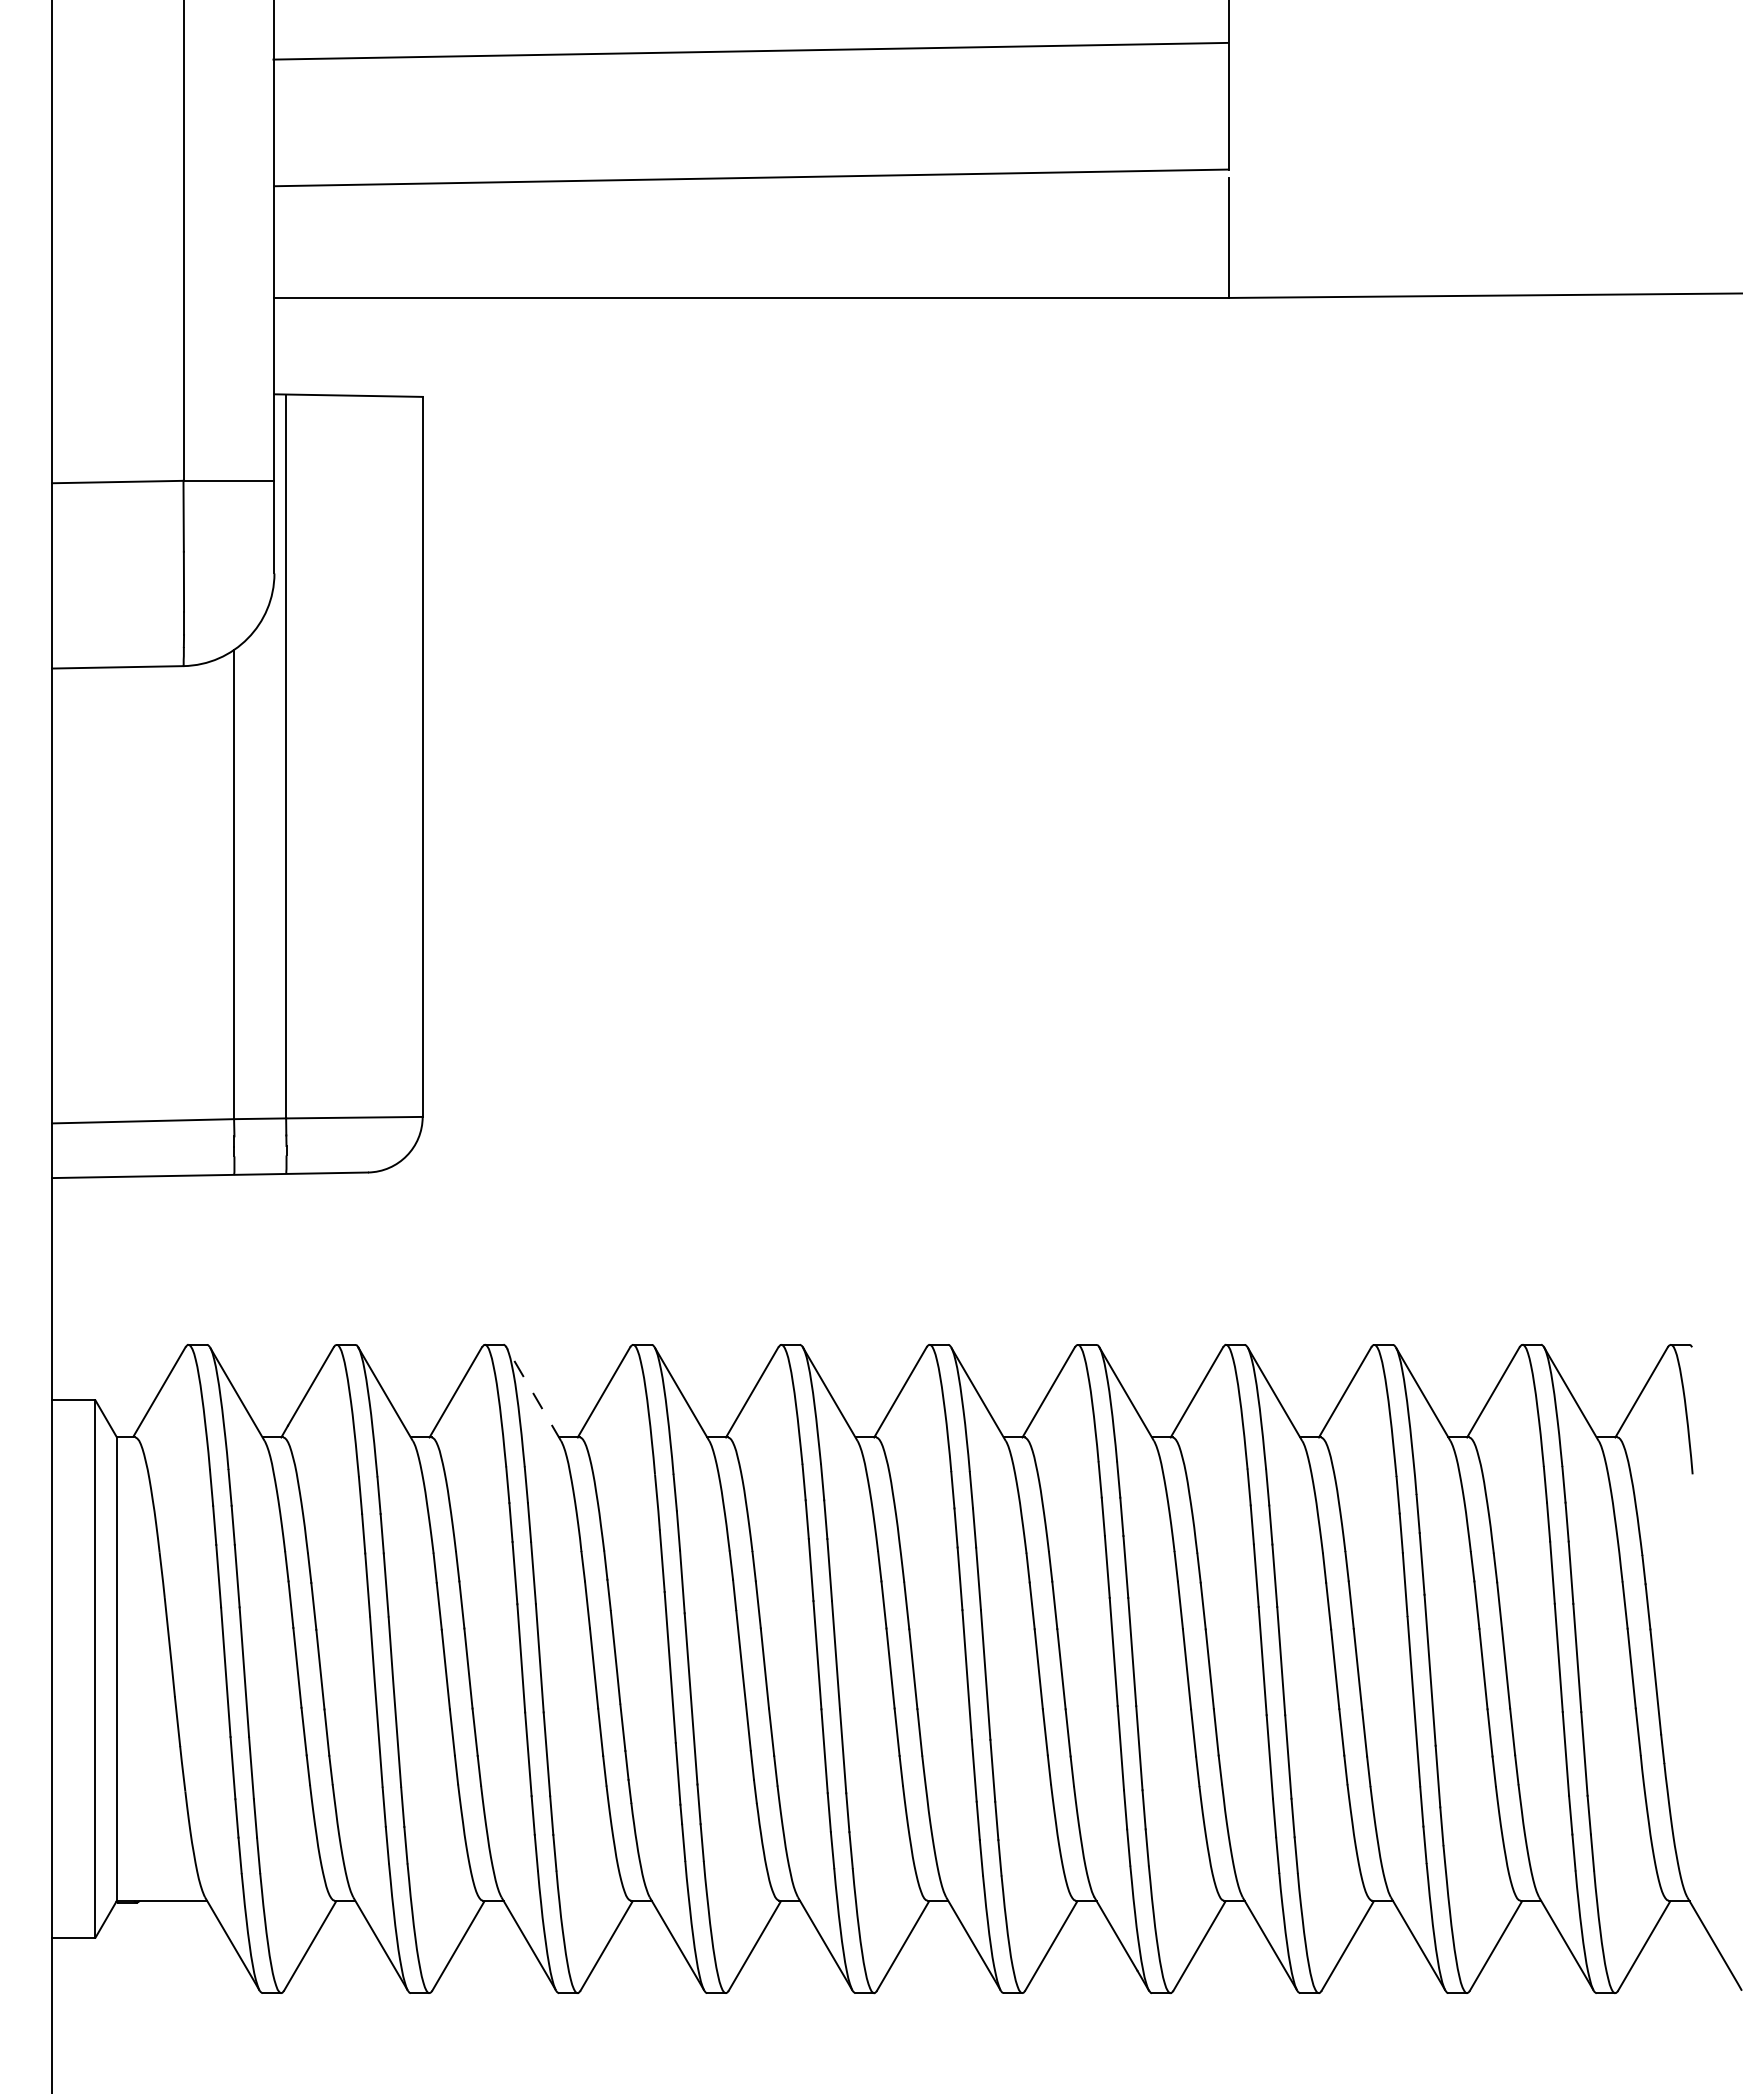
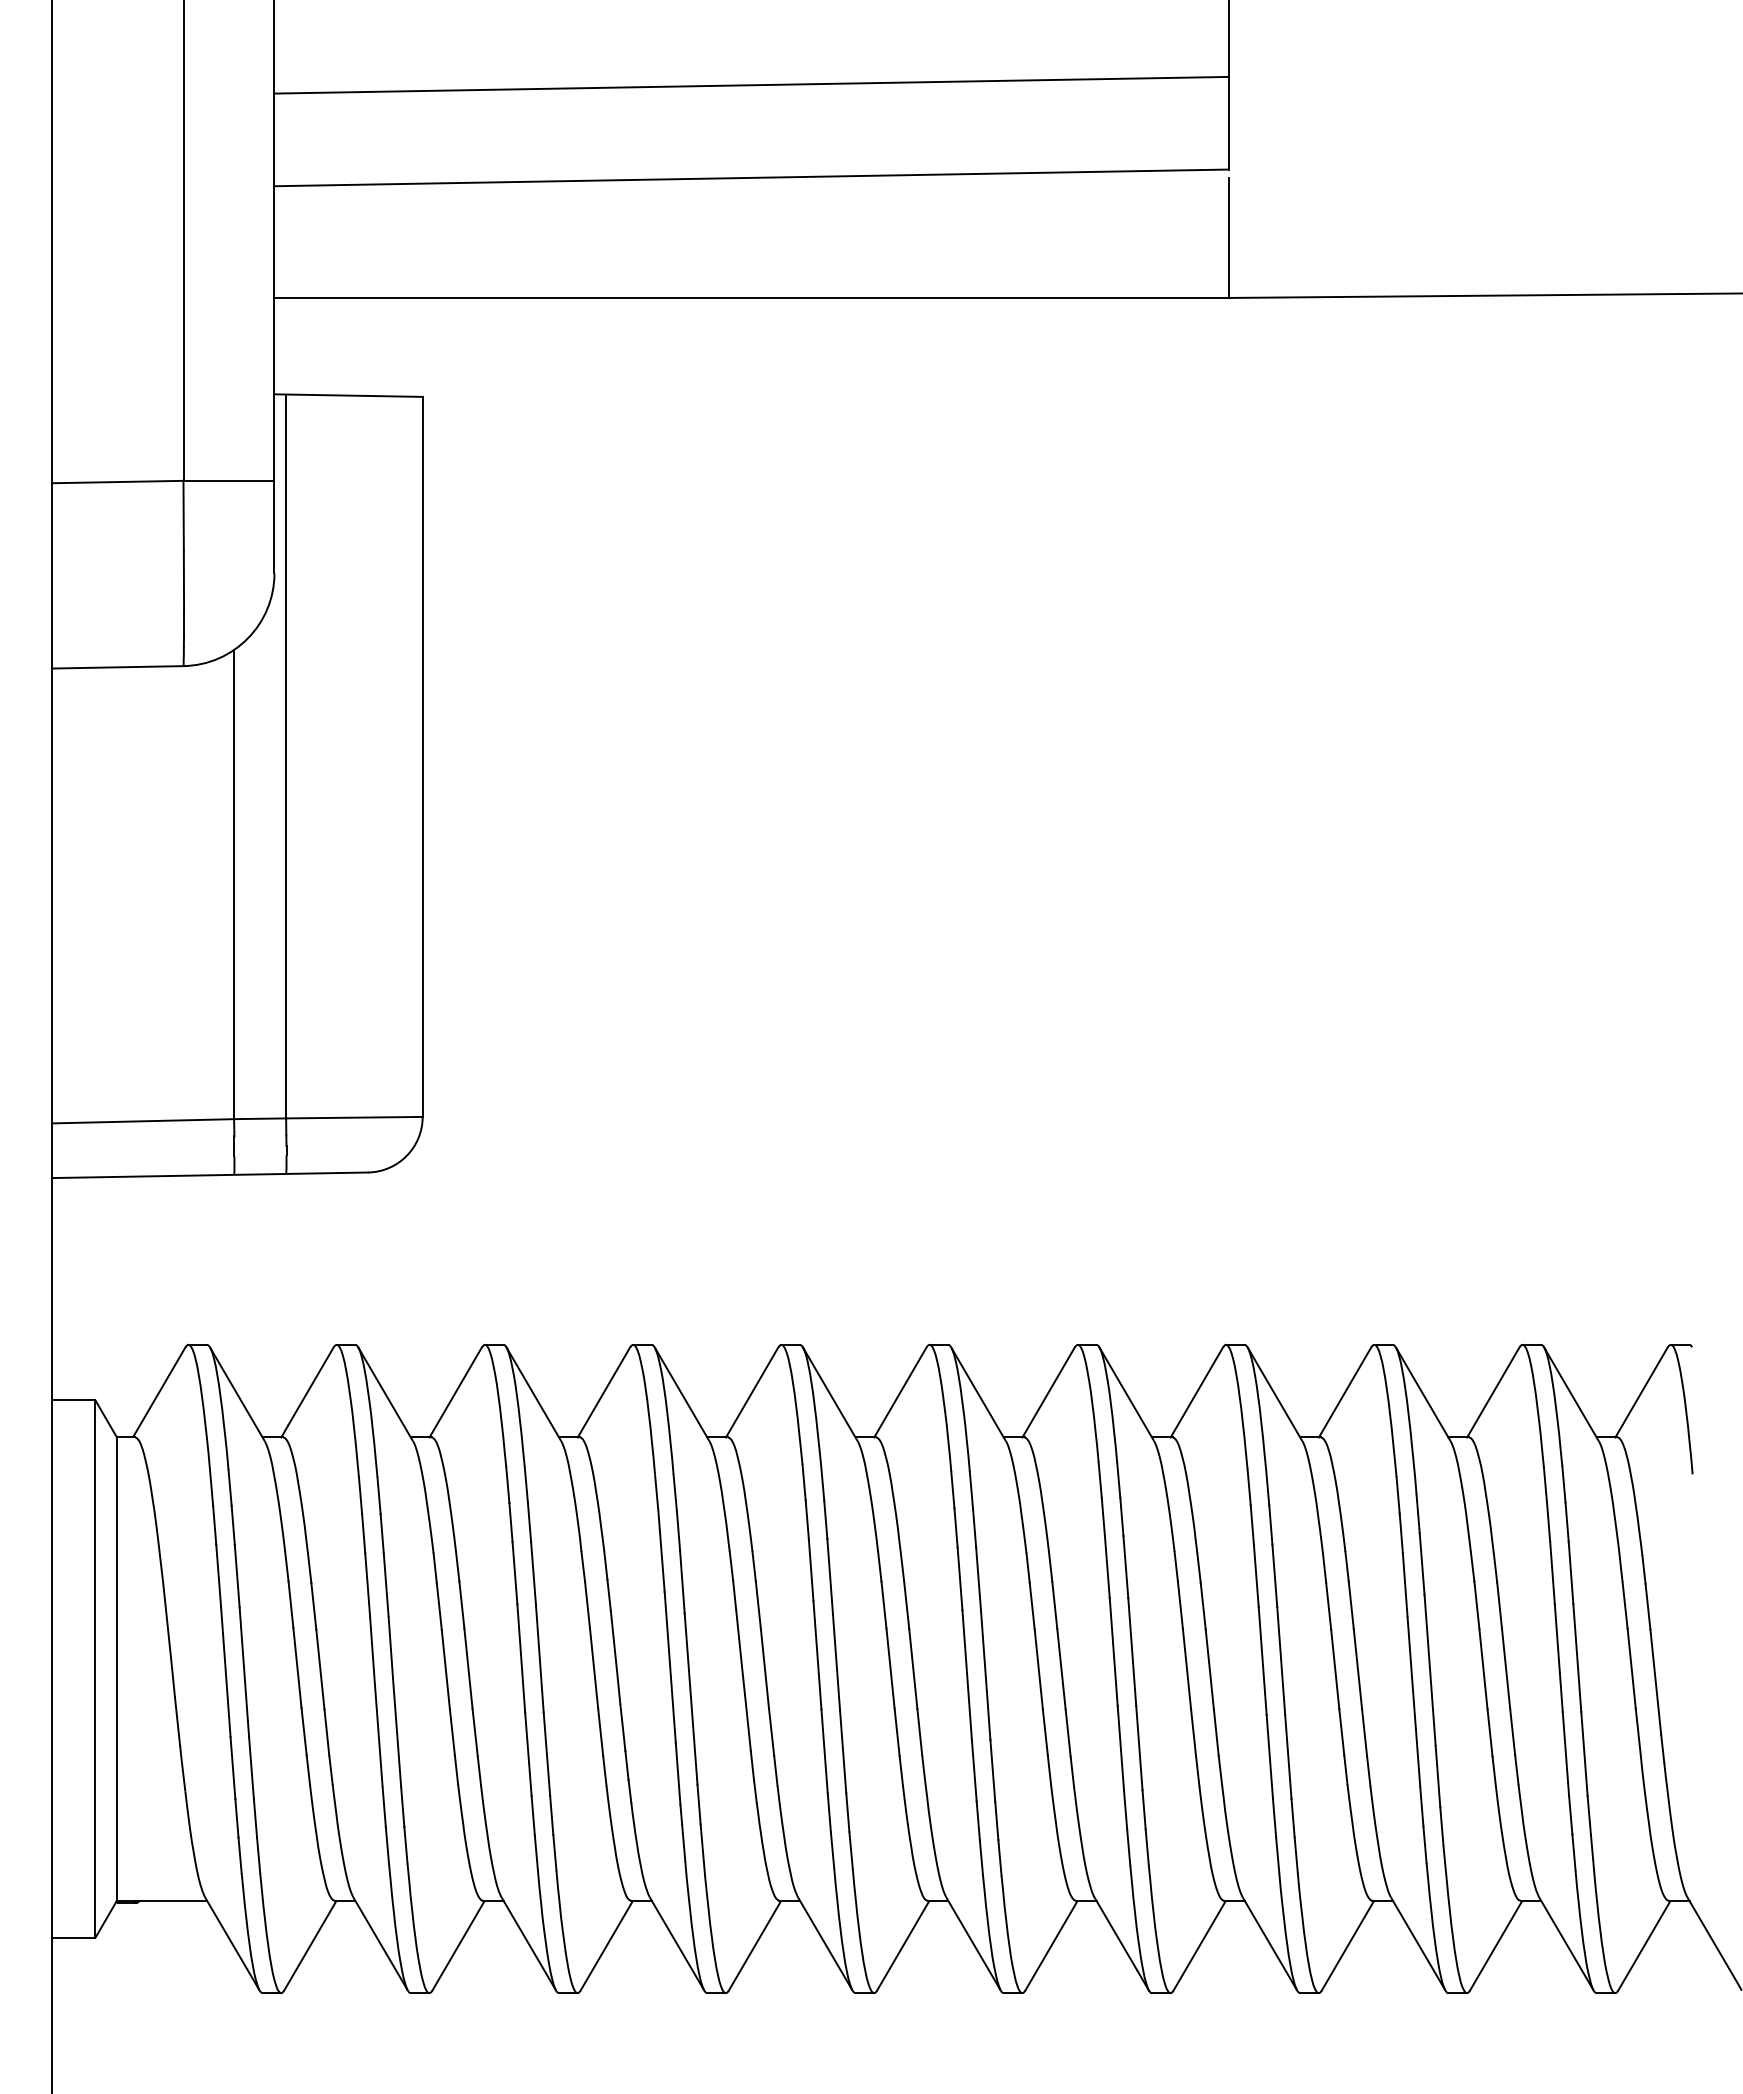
line at (750, 50) position: (750, 50) -> (751, 84)
line at (533, 1393): dashed -> solid
